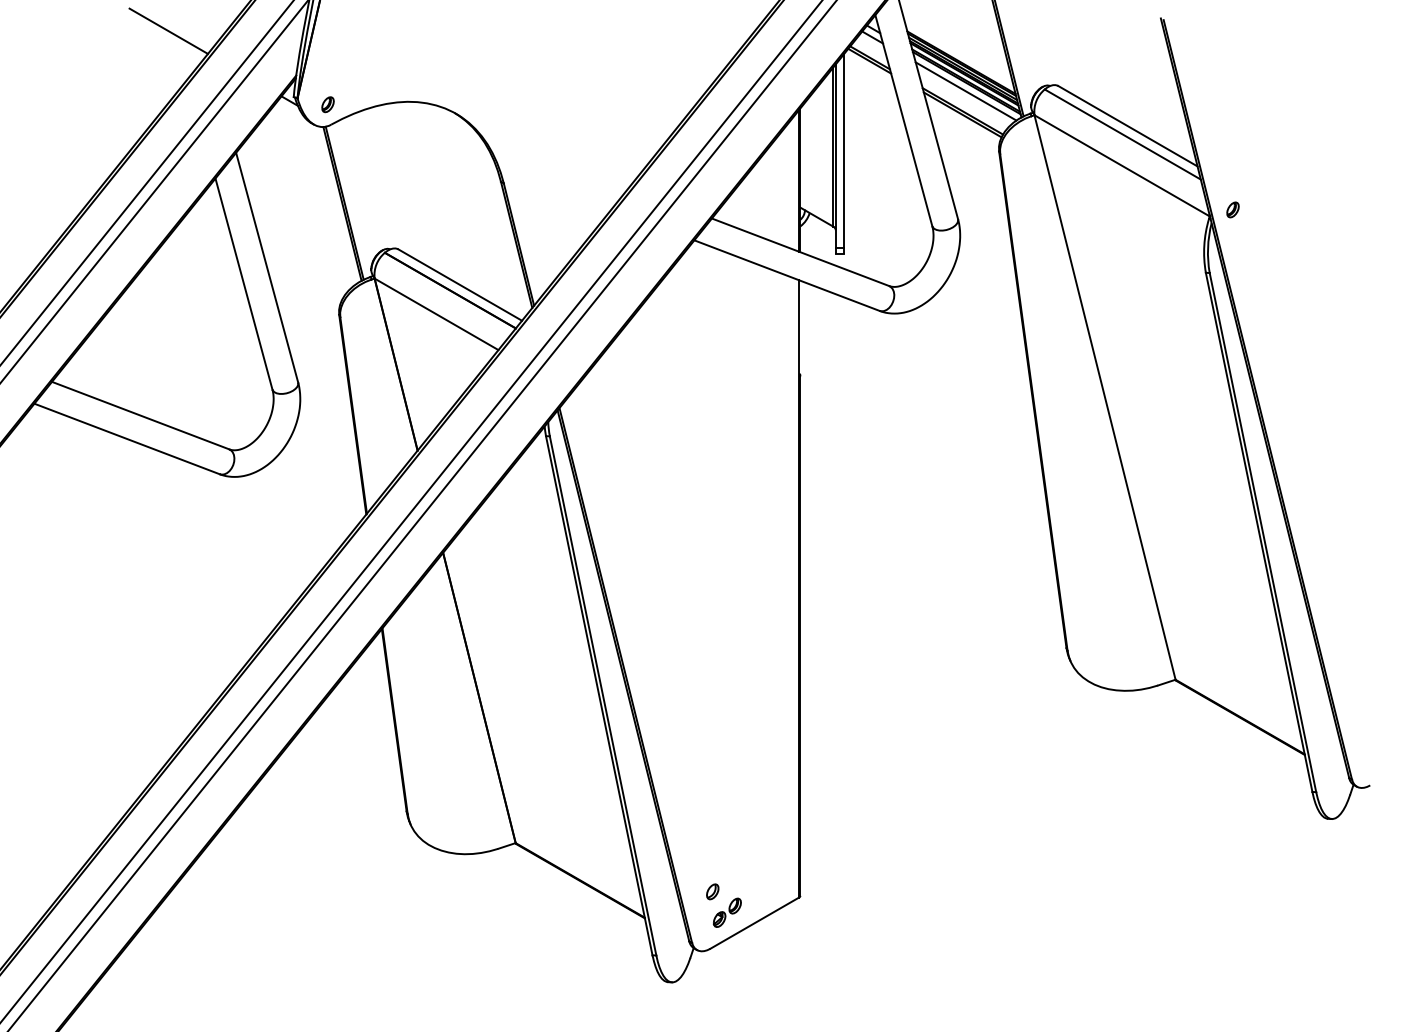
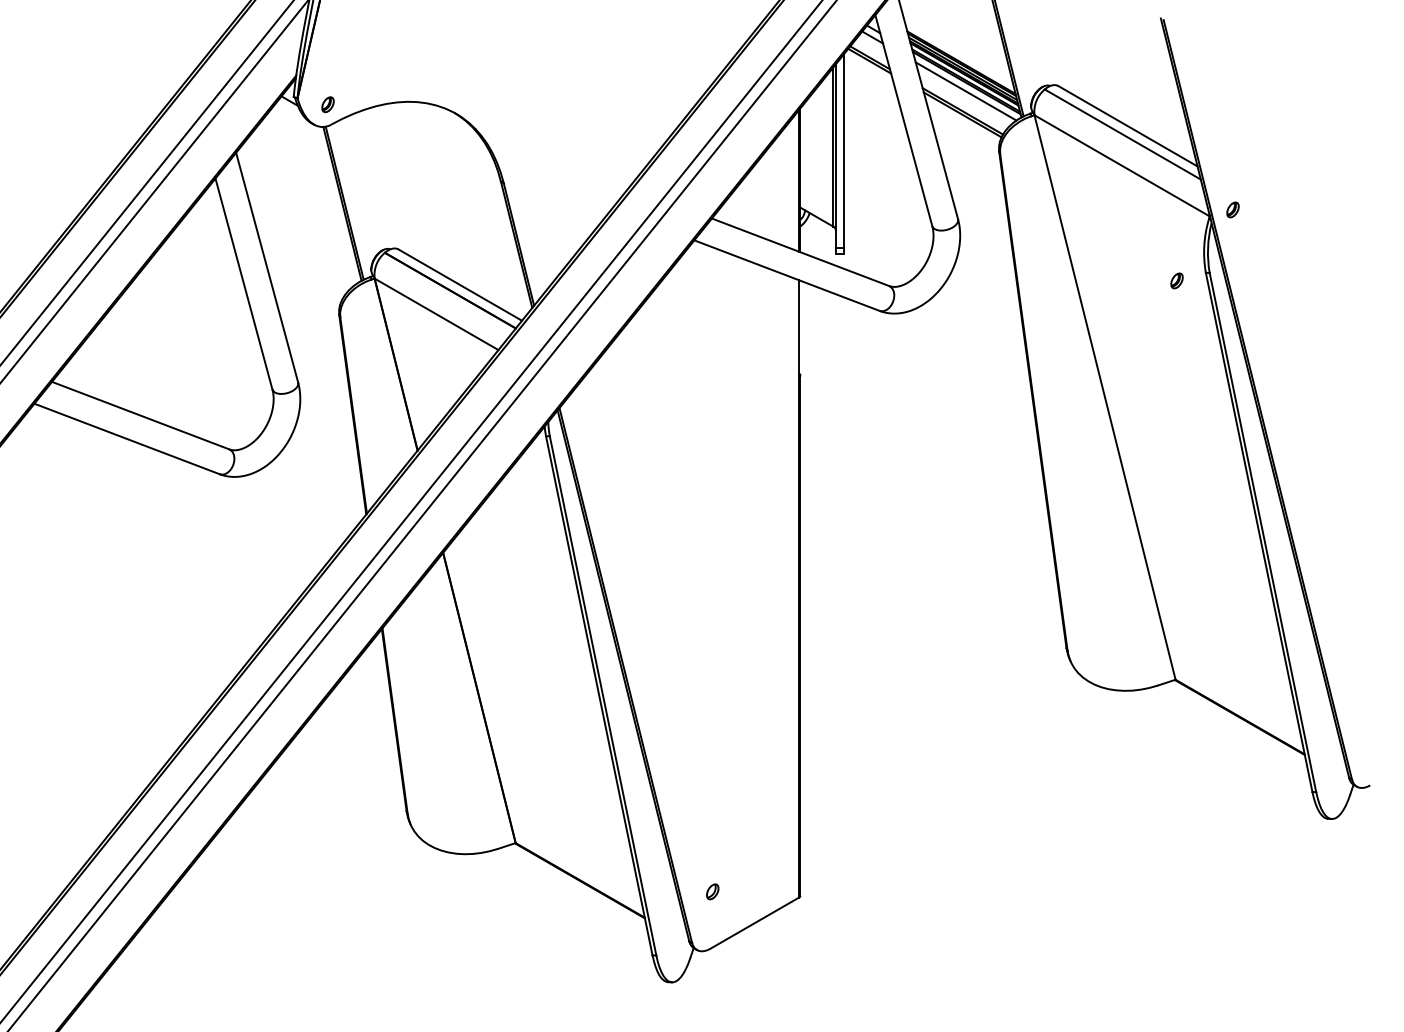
line at (168, 30): present -> none
part at (1176, 280): none -> present
part at (726, 912): present -> none
